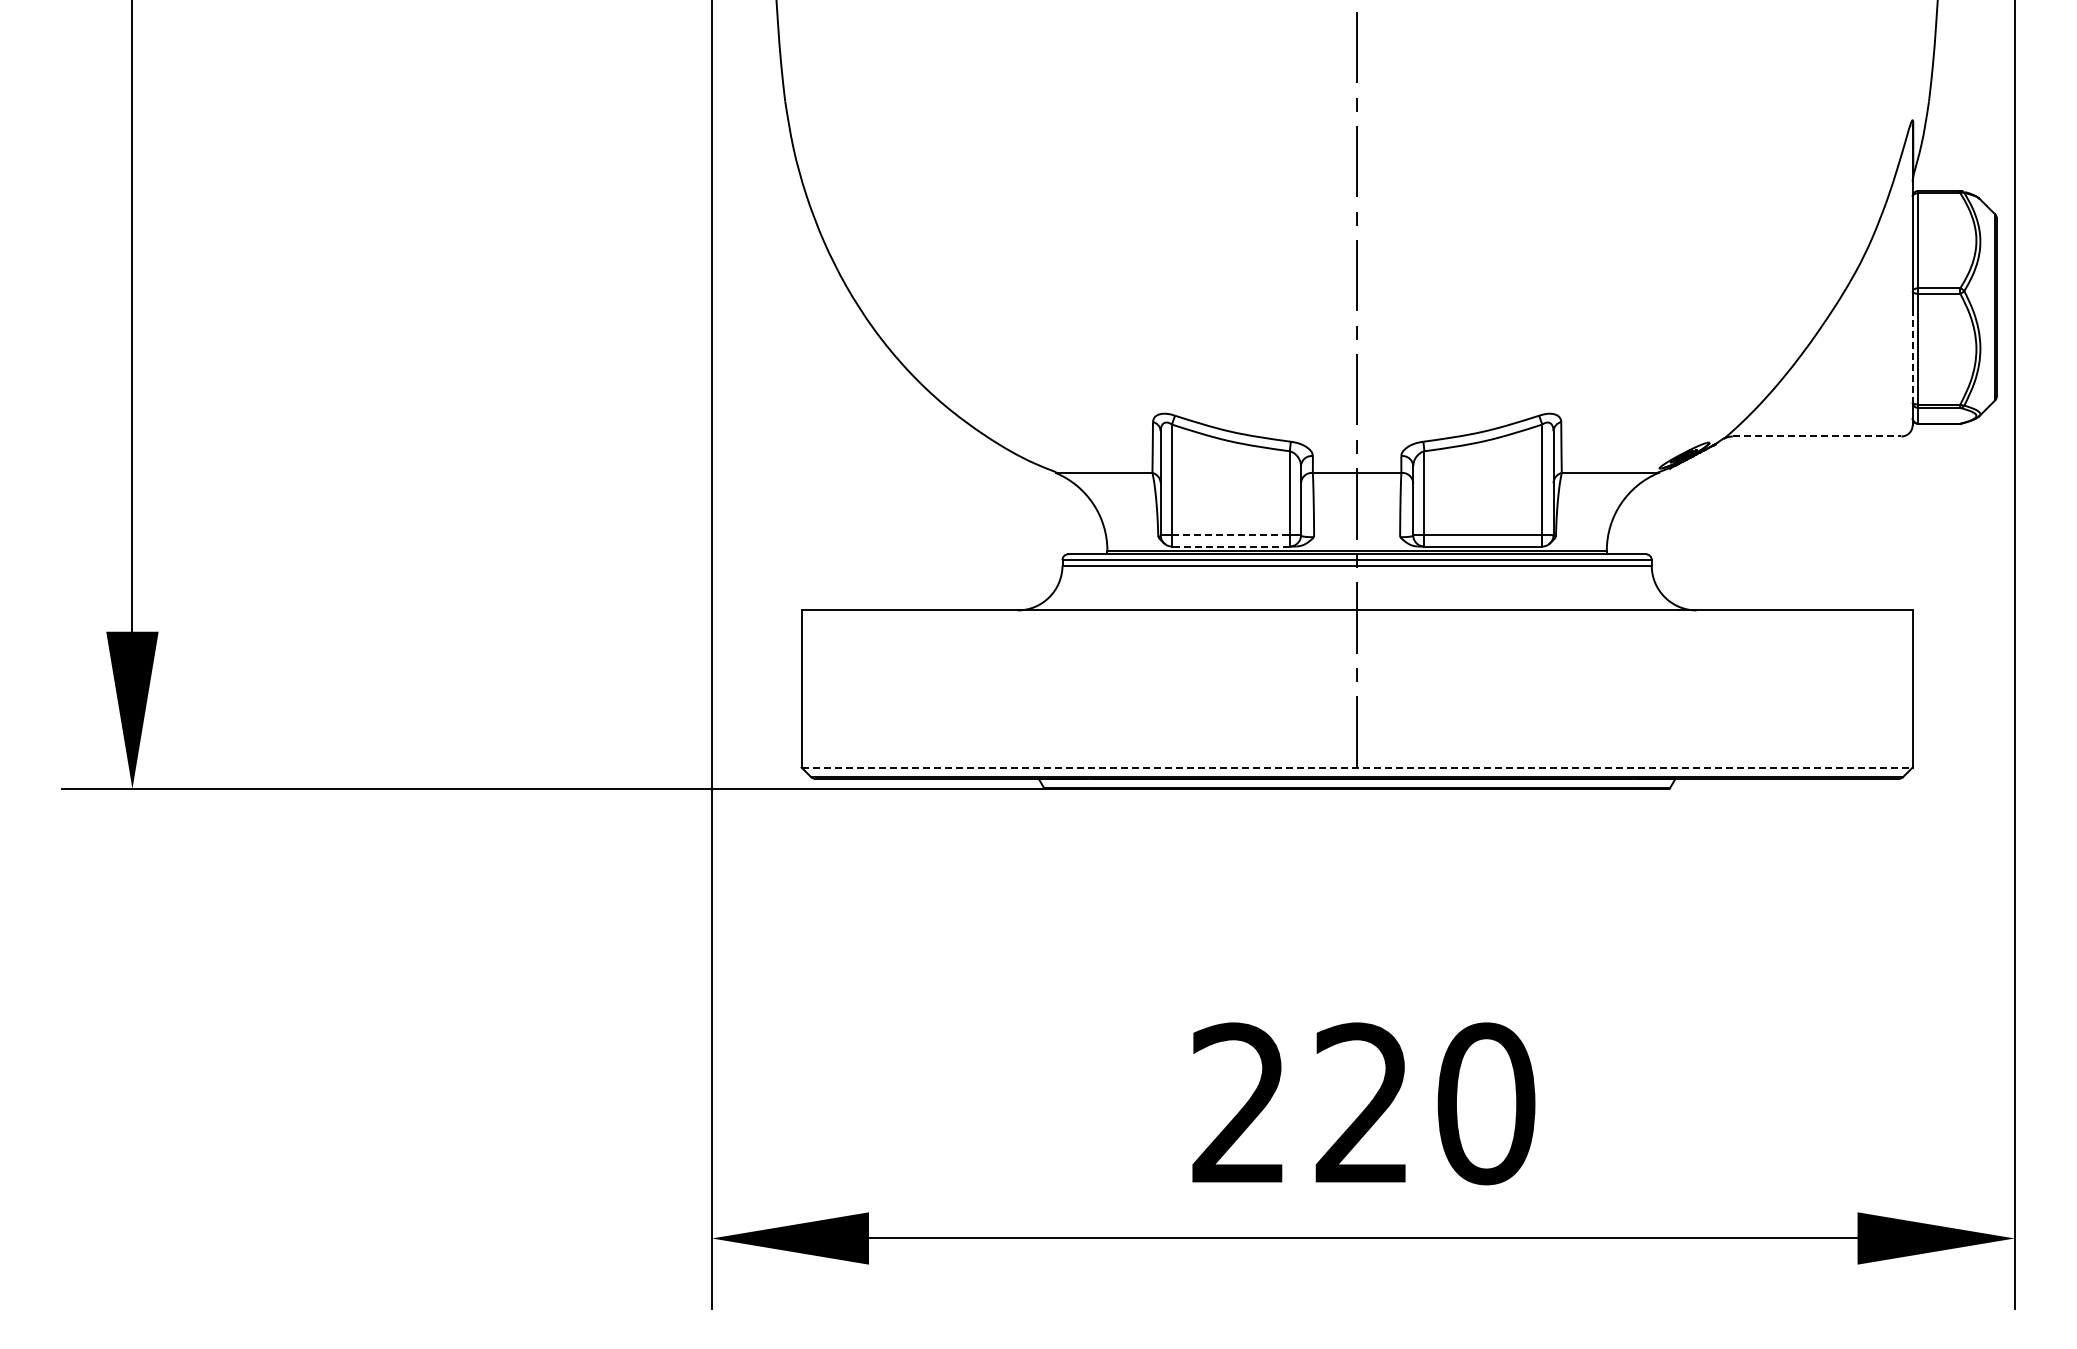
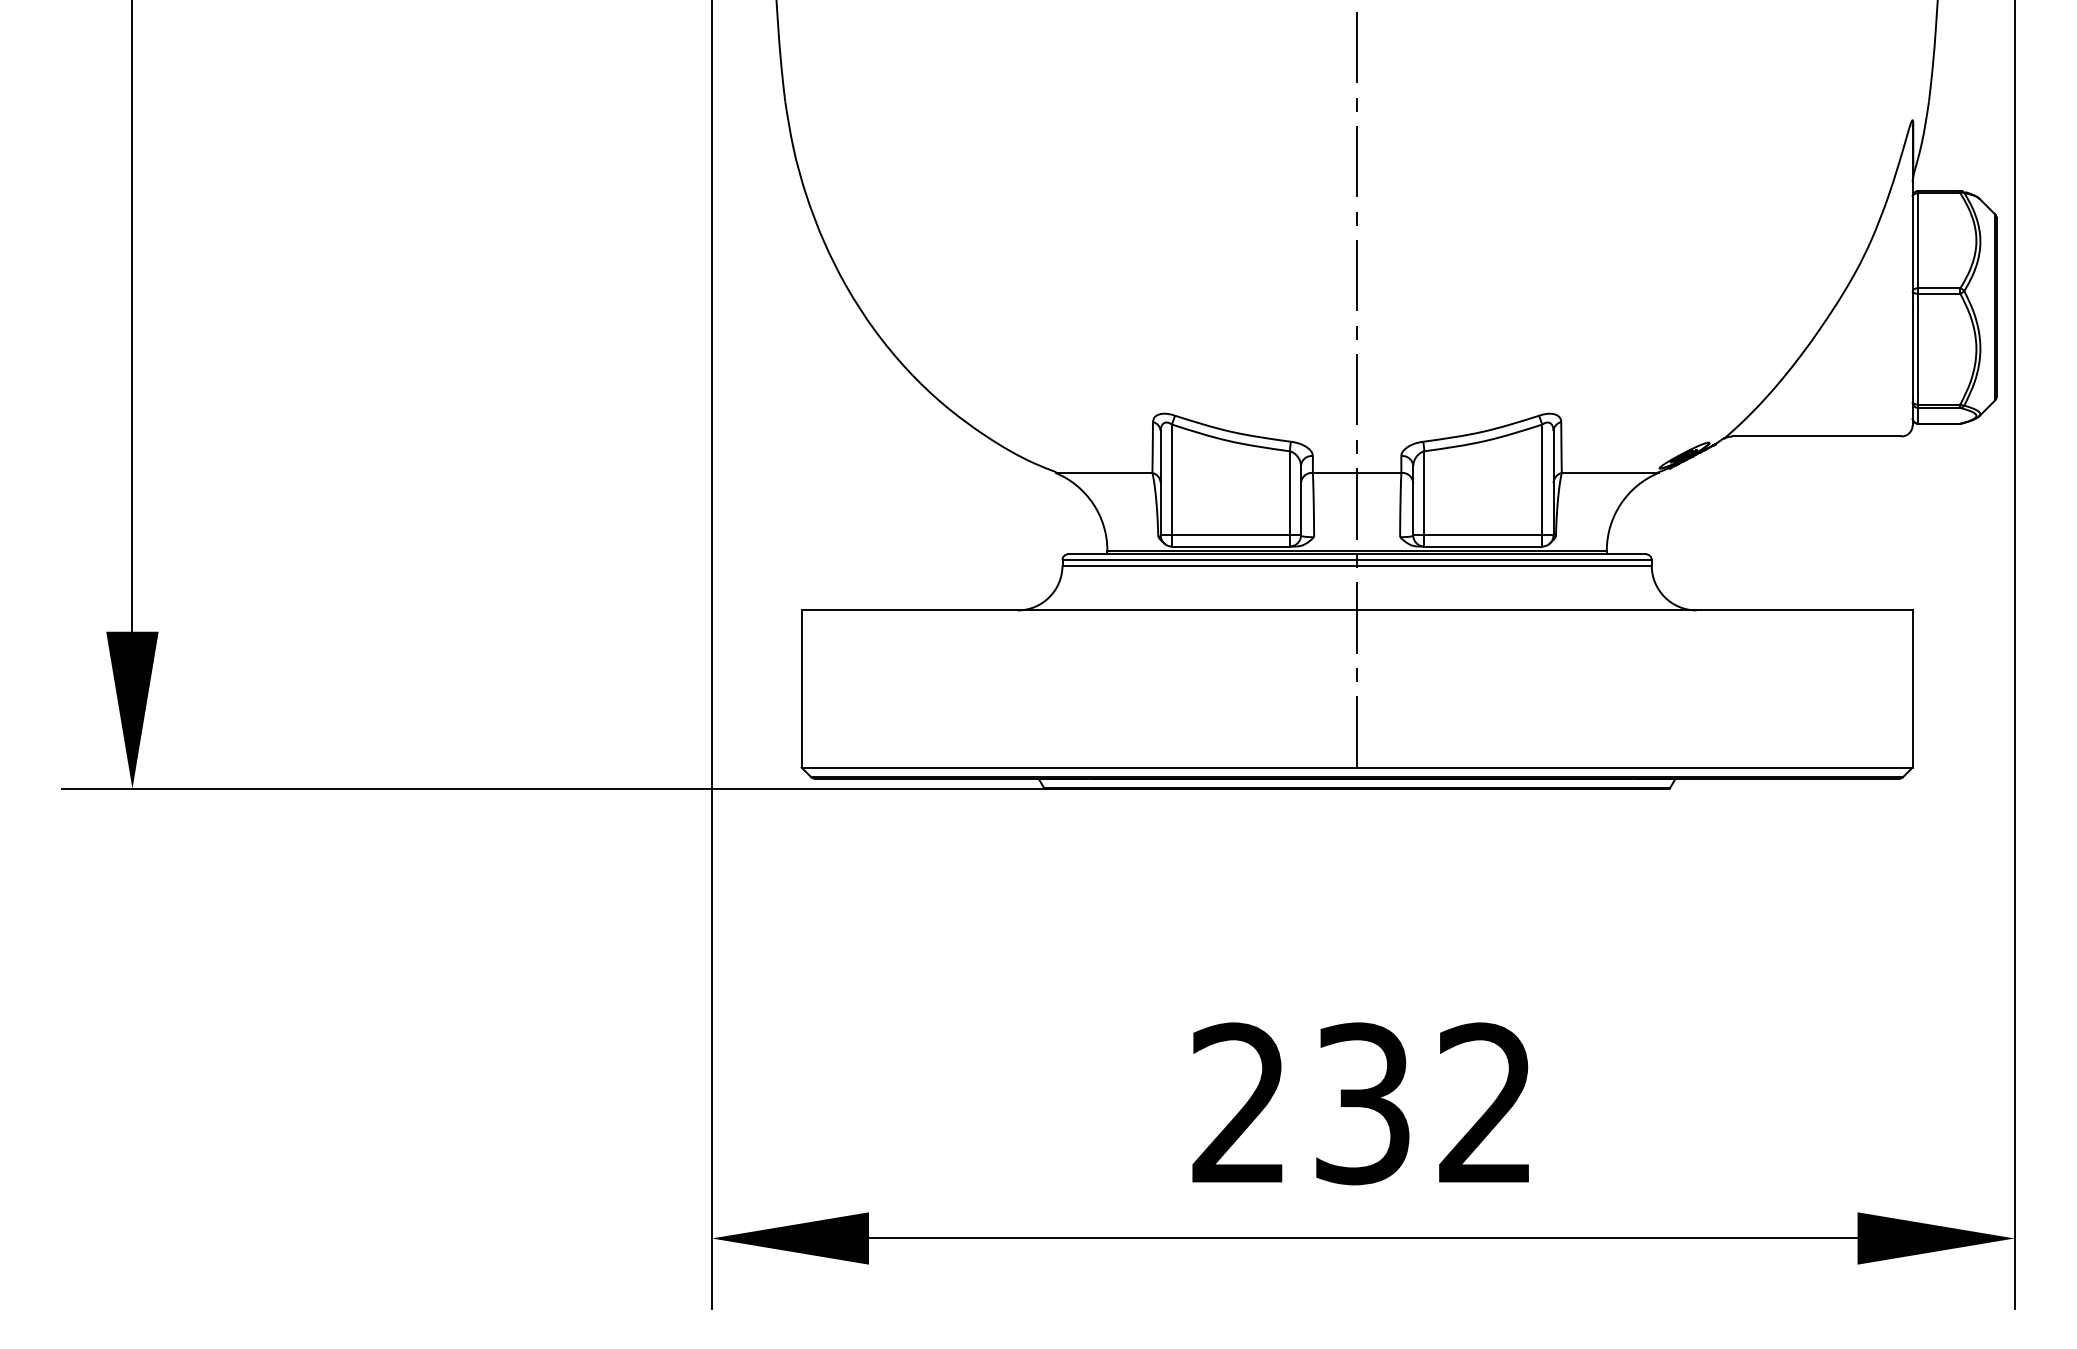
line at (1912, 354): dashed -> solid
line at (1817, 436): dashed -> solid
line at (1230, 535): dashed -> solid
line at (1230, 546): dashed -> solid
line at (1357, 767): dashed -> solid
text at (1425, 1103): 220 -> 232
